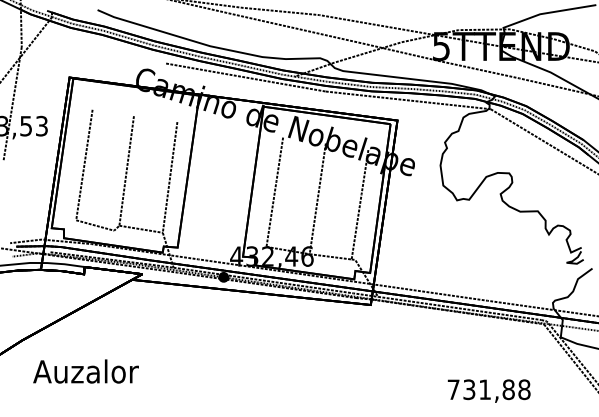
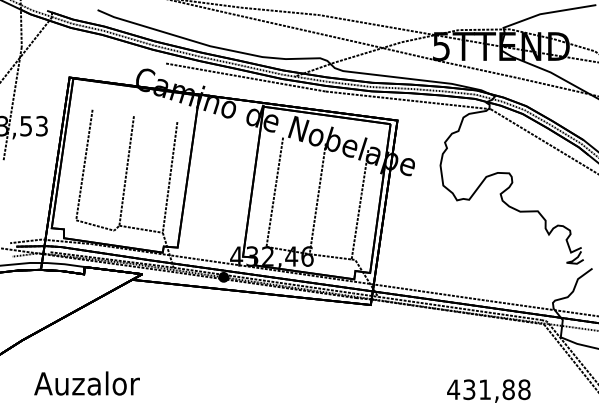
text at (85, 371) position: (85, 371) -> (86, 383)
text at (453, 389): 731,88 -> 431,88
